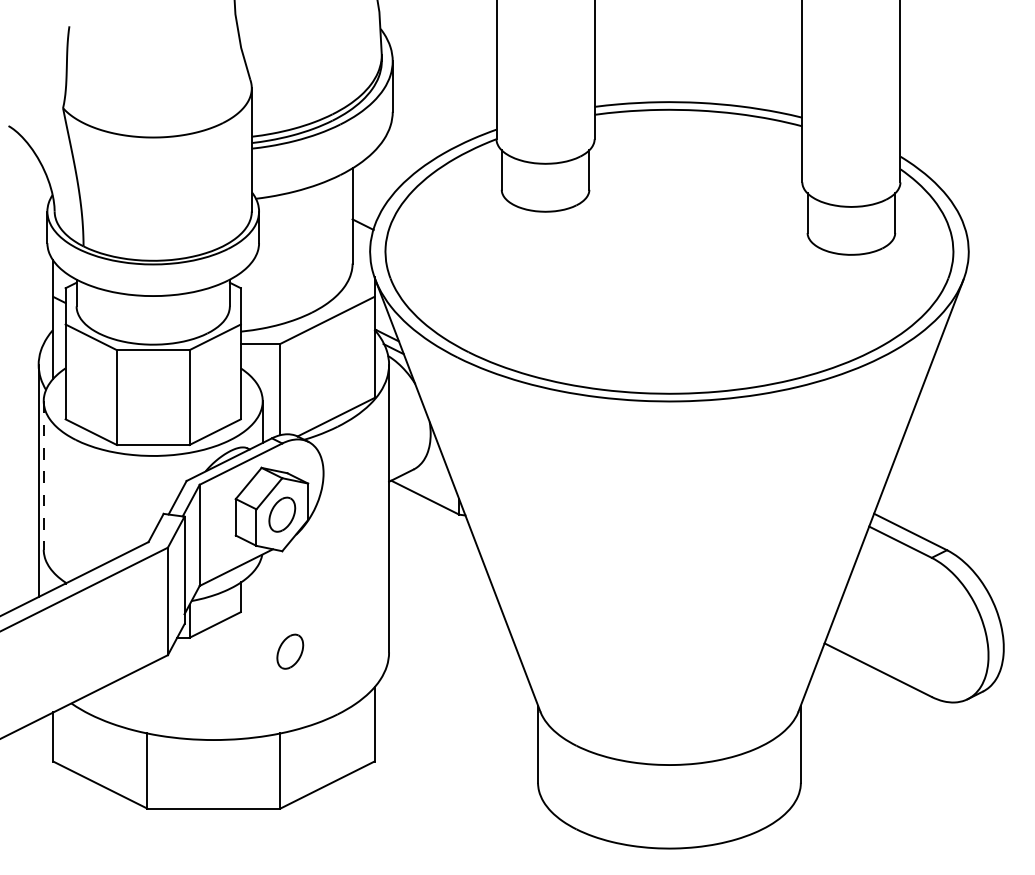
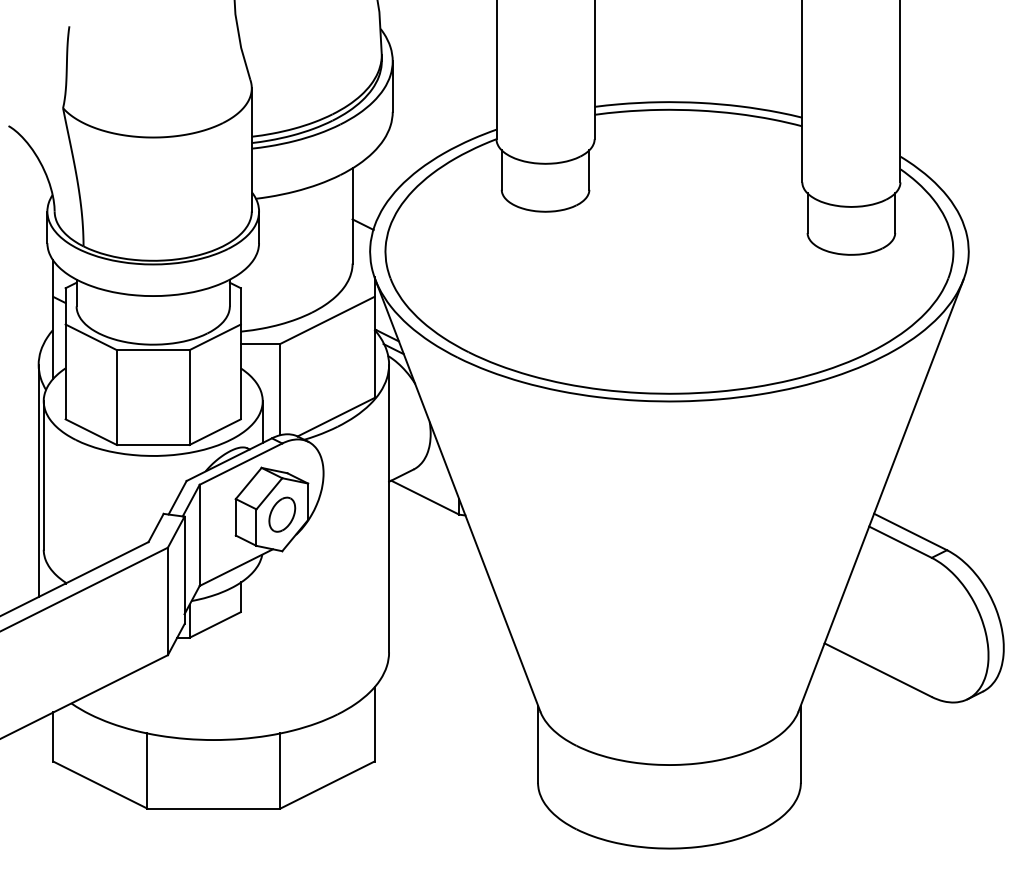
line at (43, 475): dashed -> solid
part at (290, 651): present -> none
